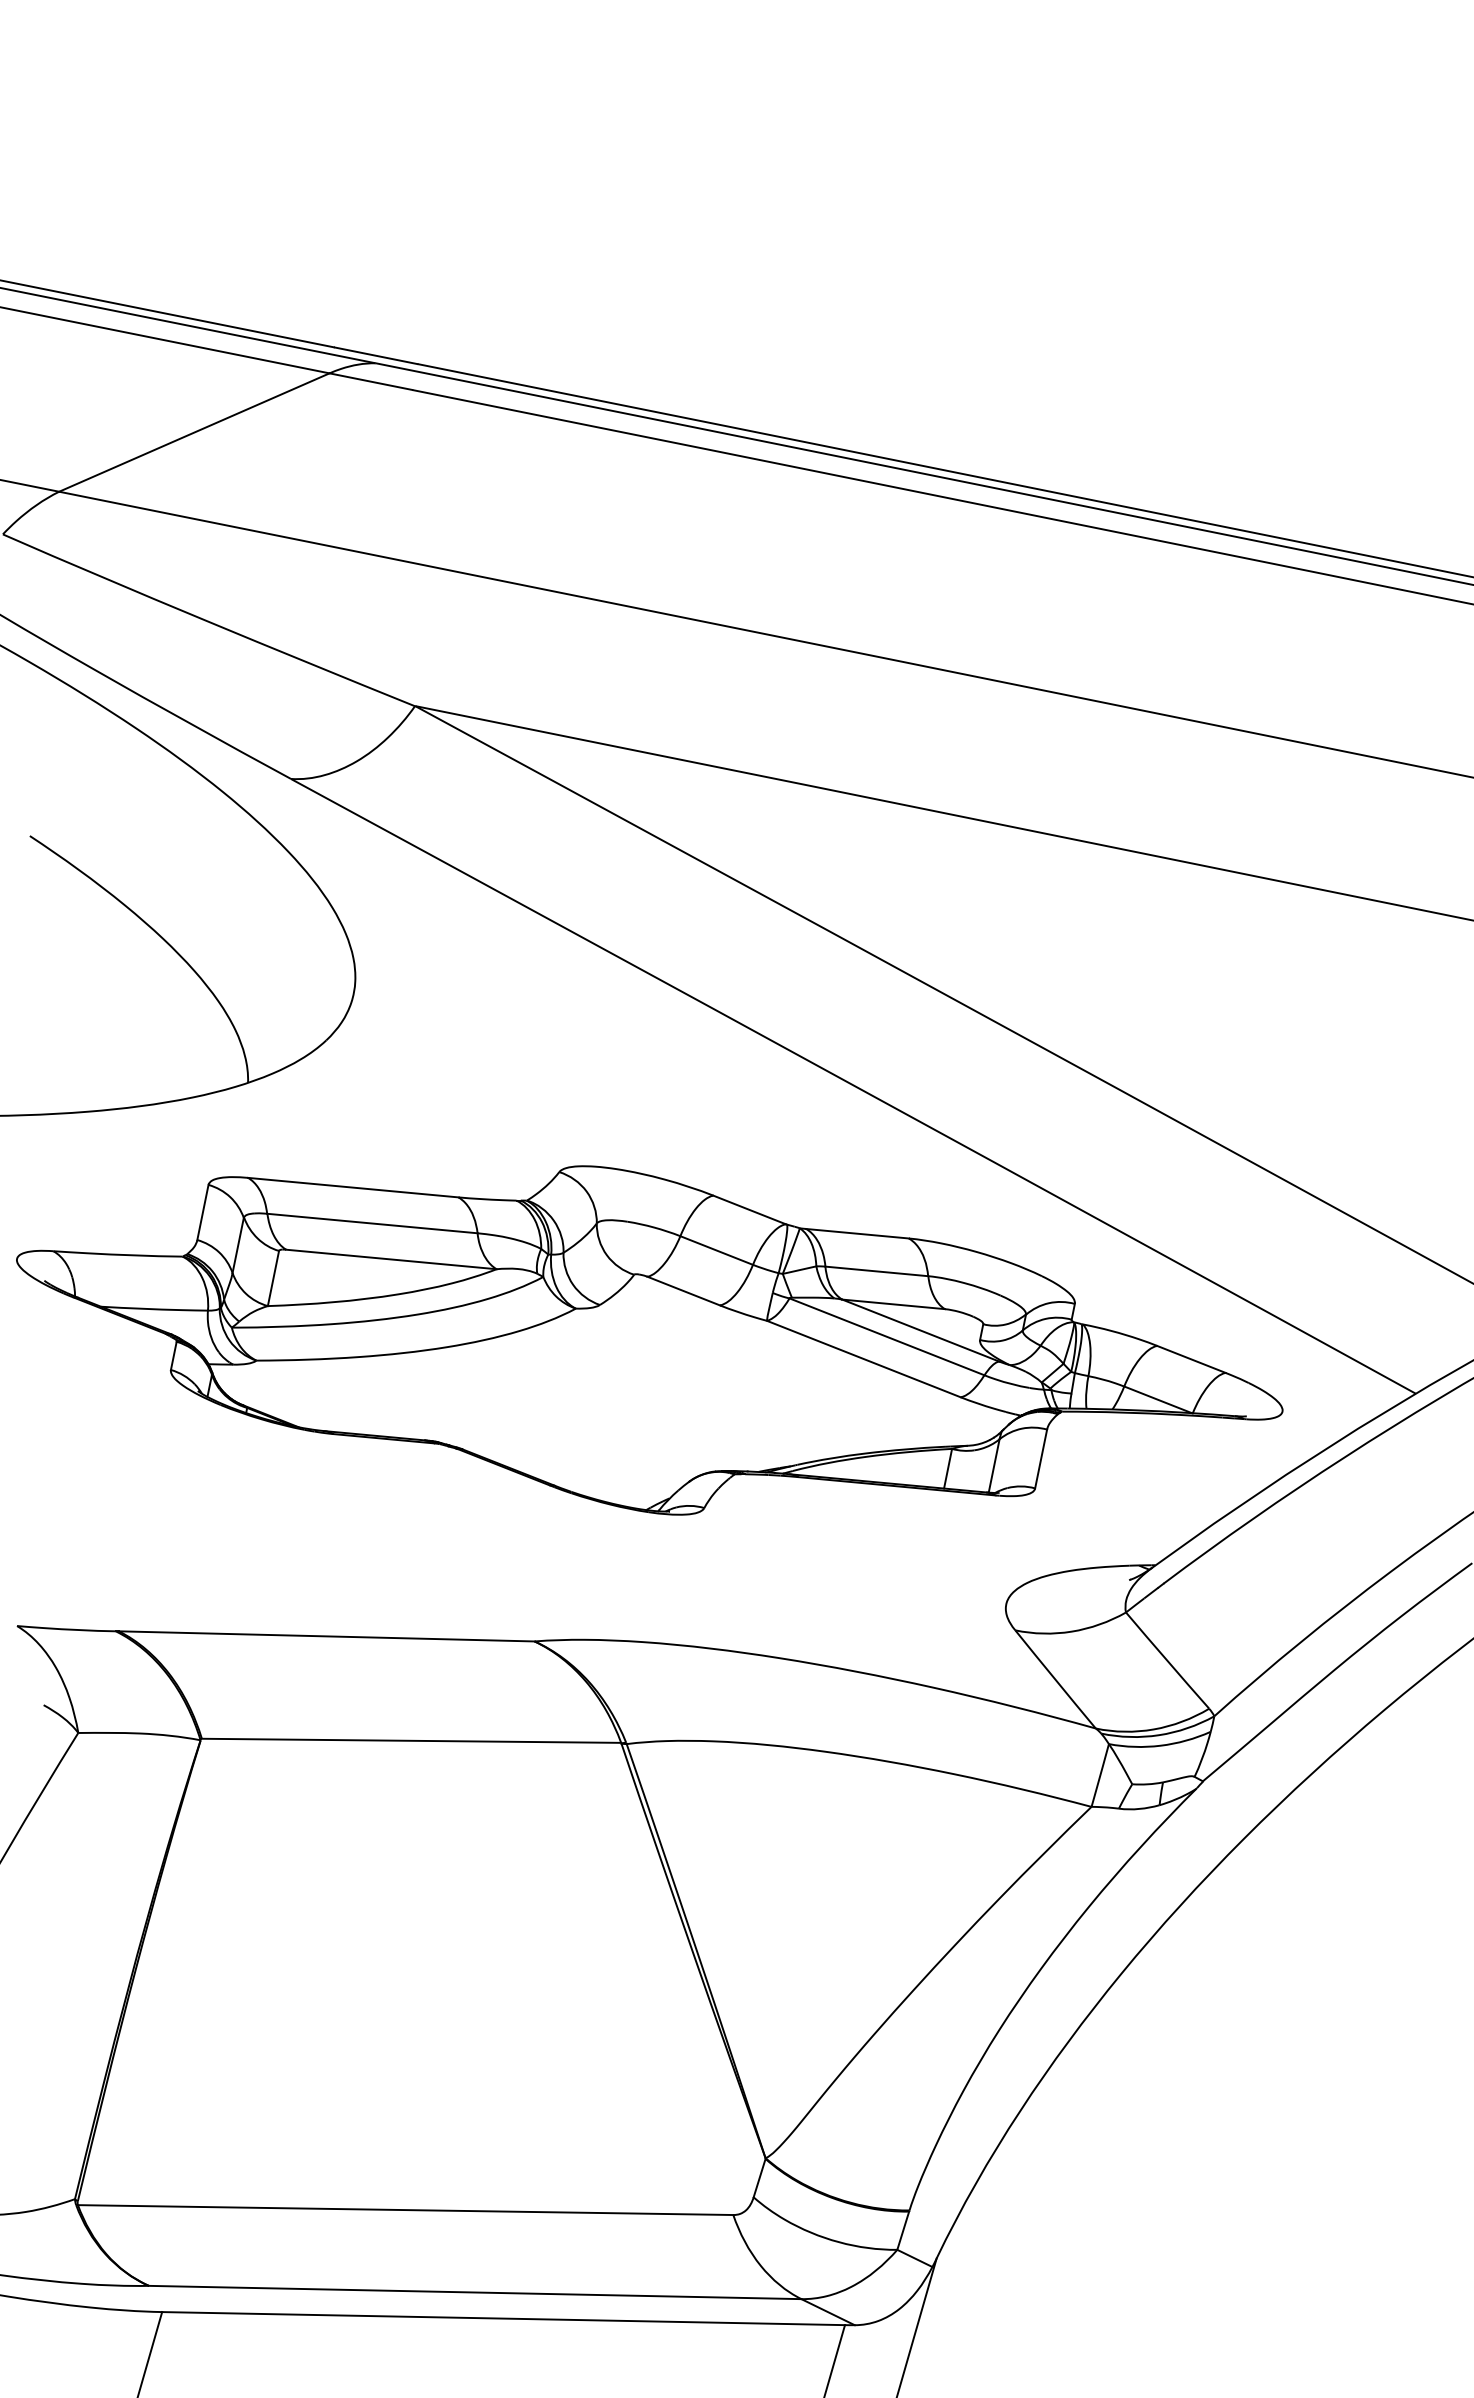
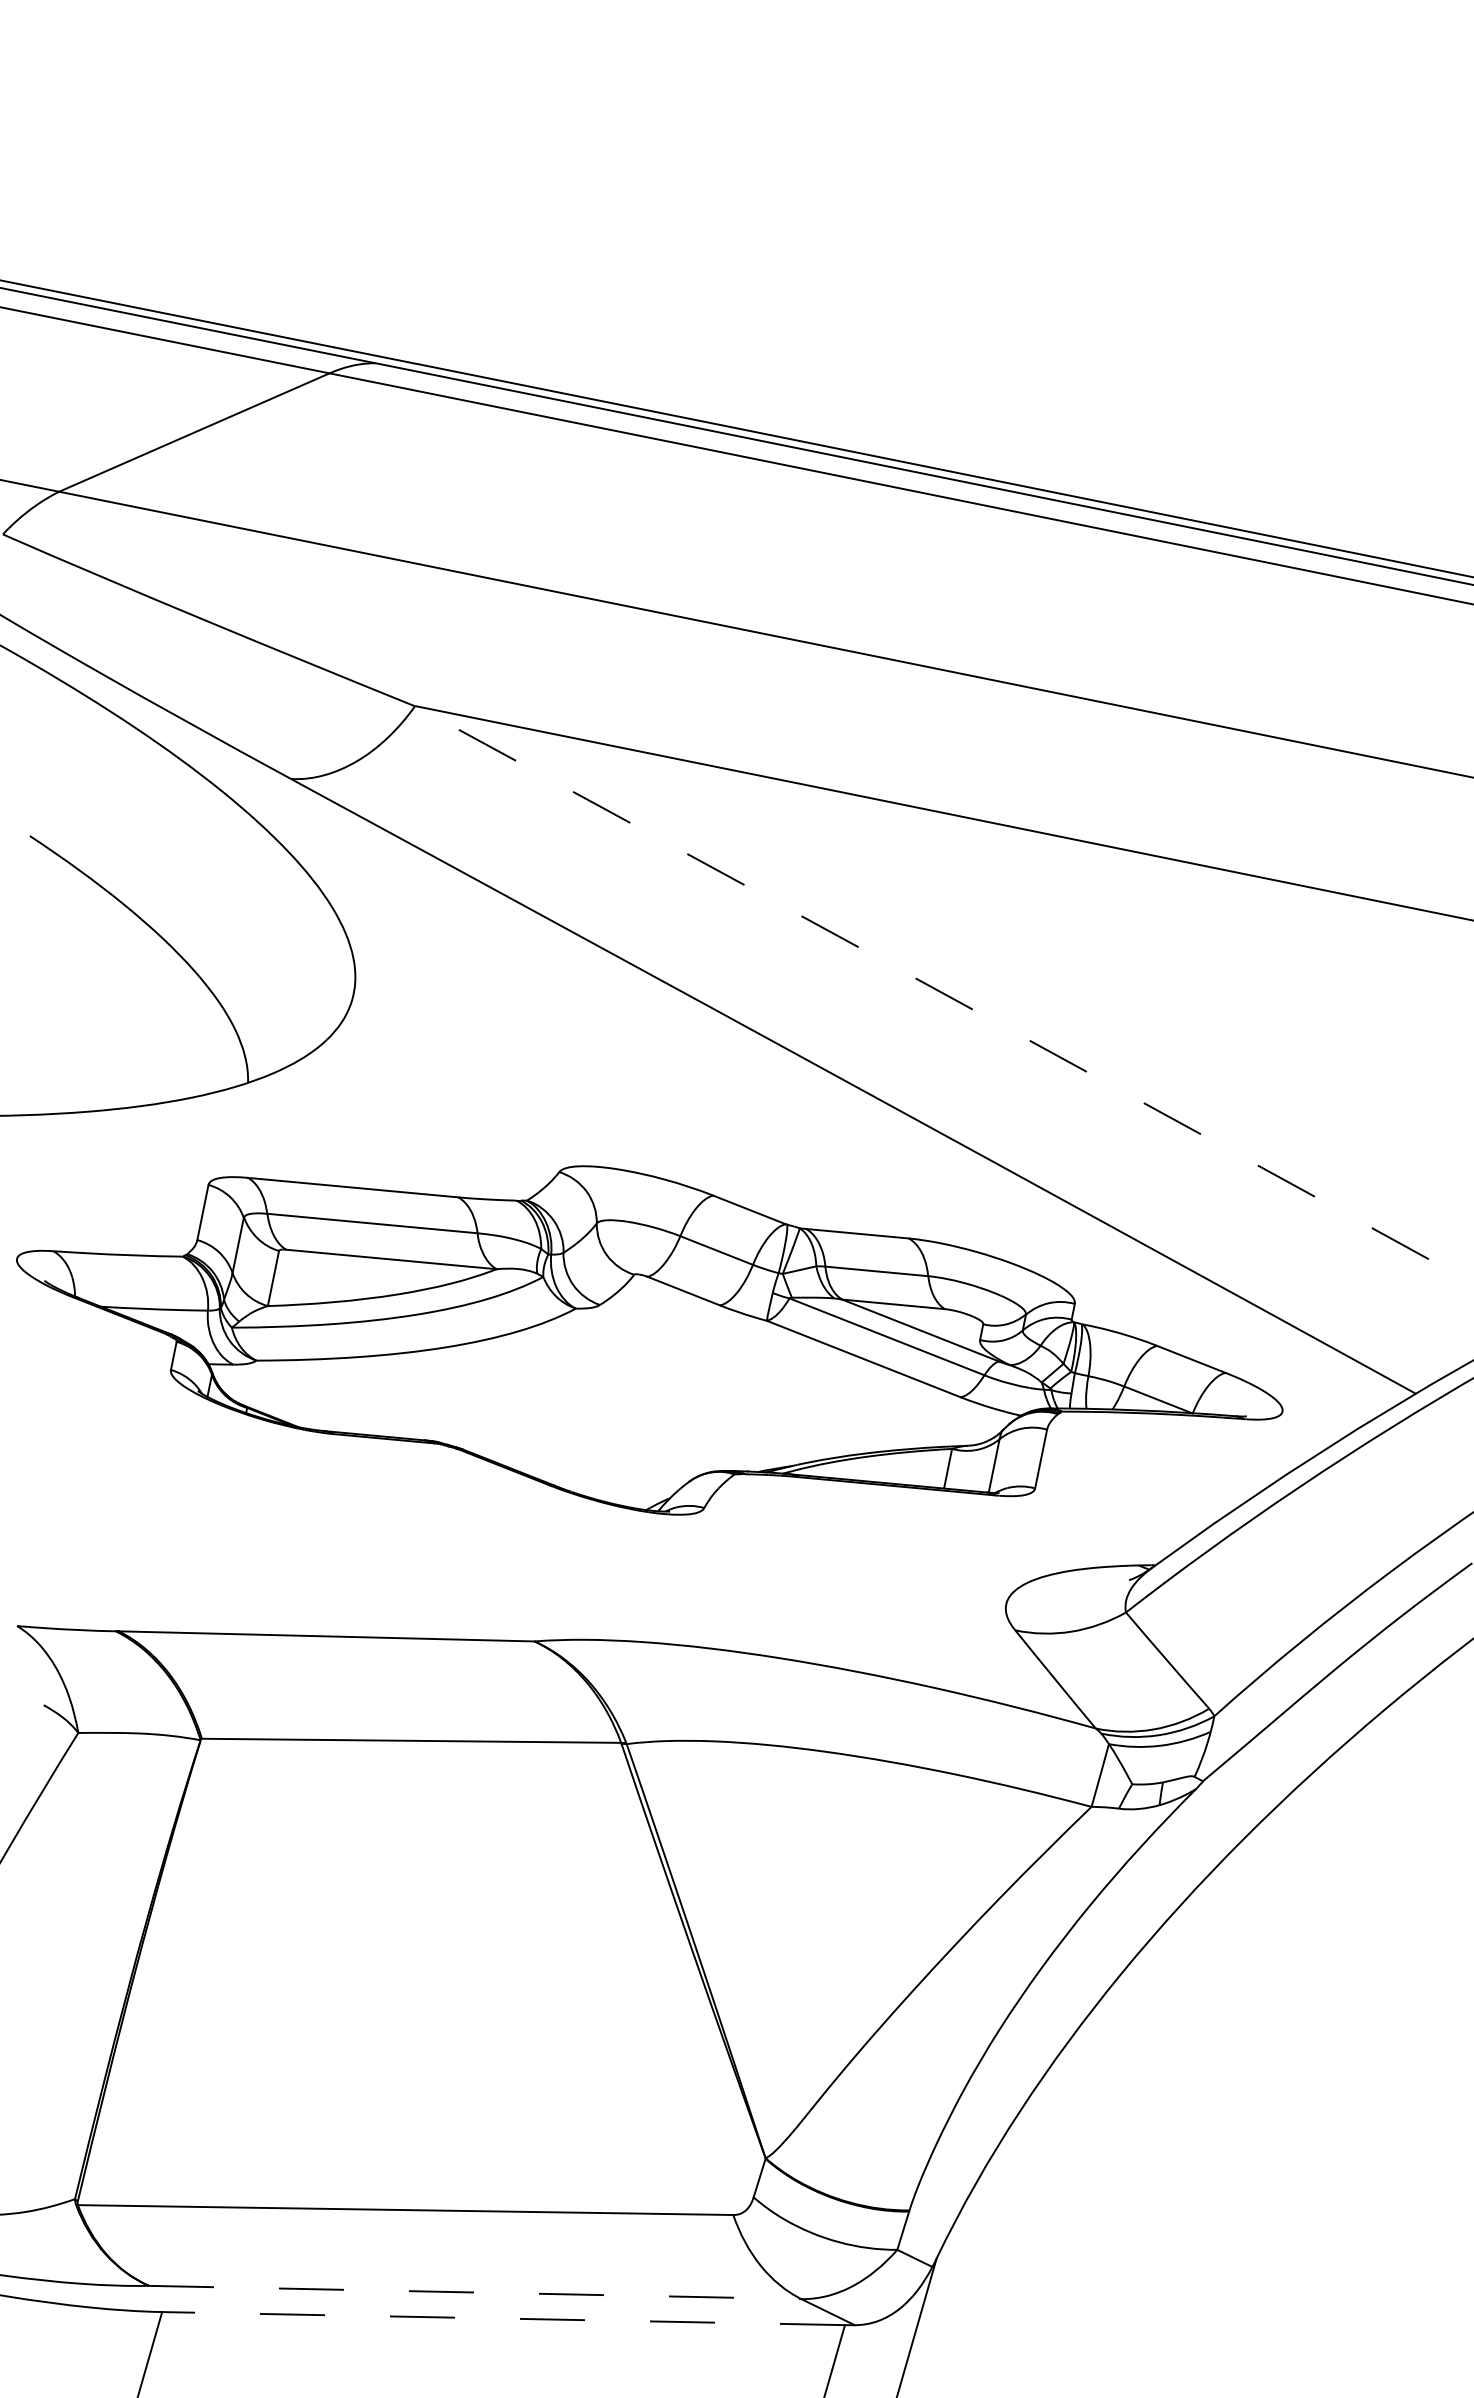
arc at (945, 994): solid -> dashed
line at (475, 2292): solid -> dashed
line at (503, 2318): solid -> dashed
